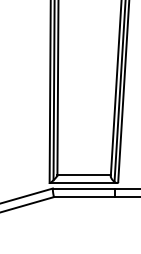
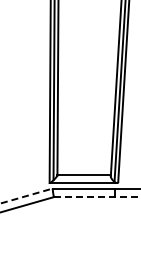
line at (27, 195): solid -> dashed
line at (98, 197): solid -> dashed
